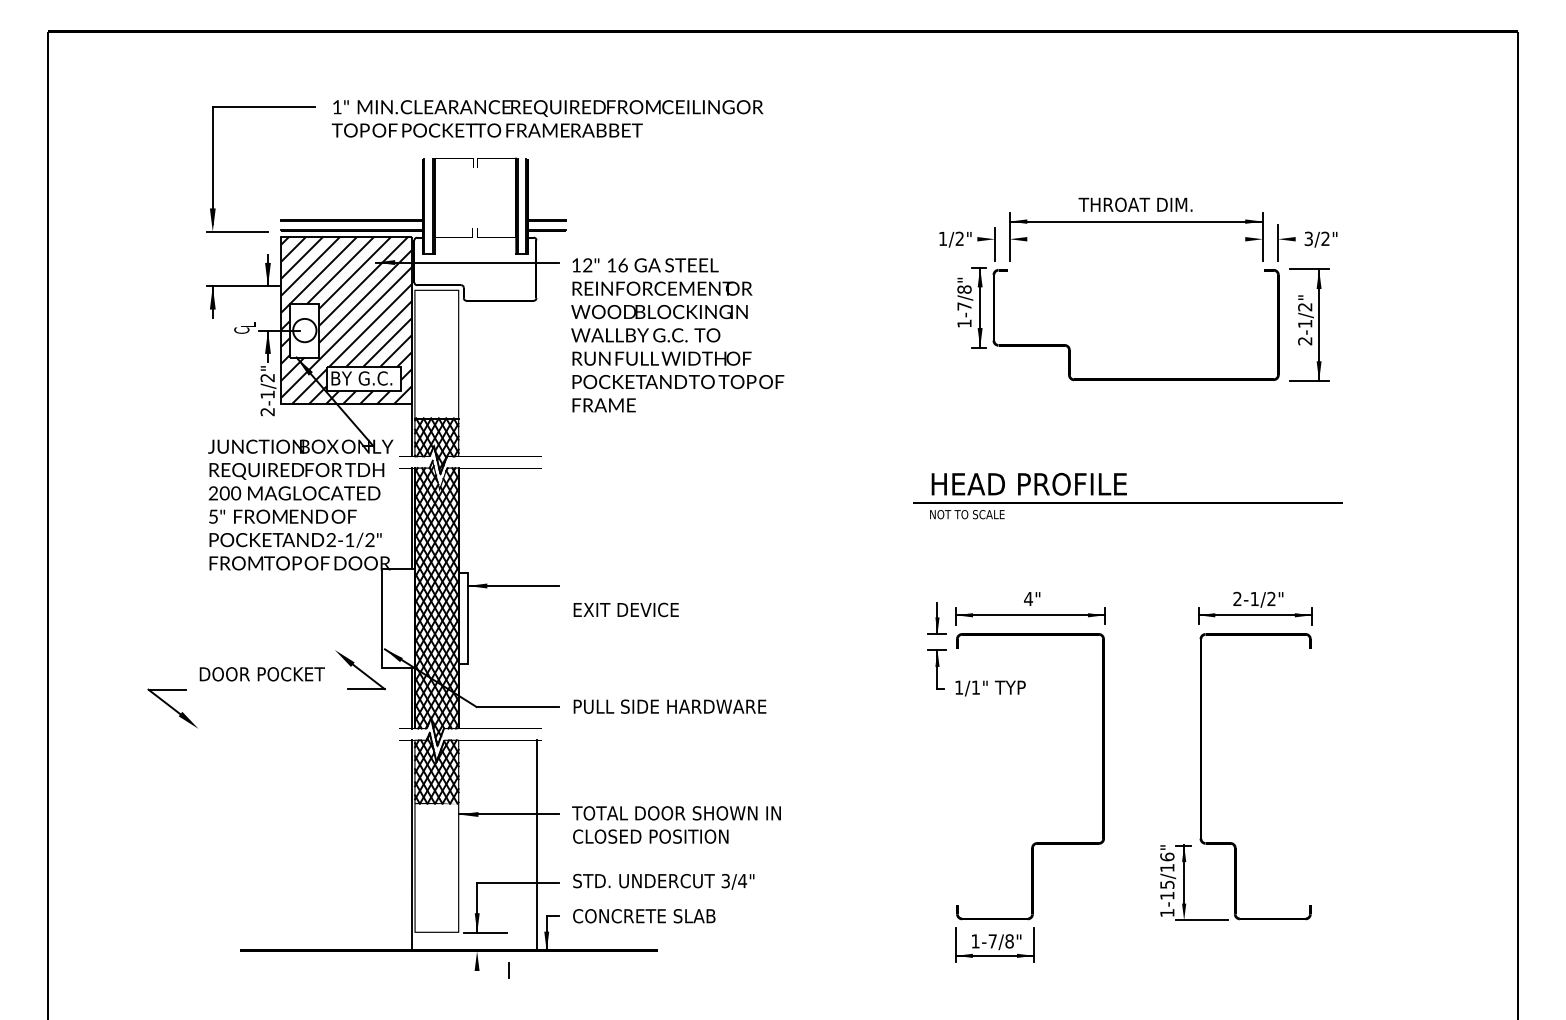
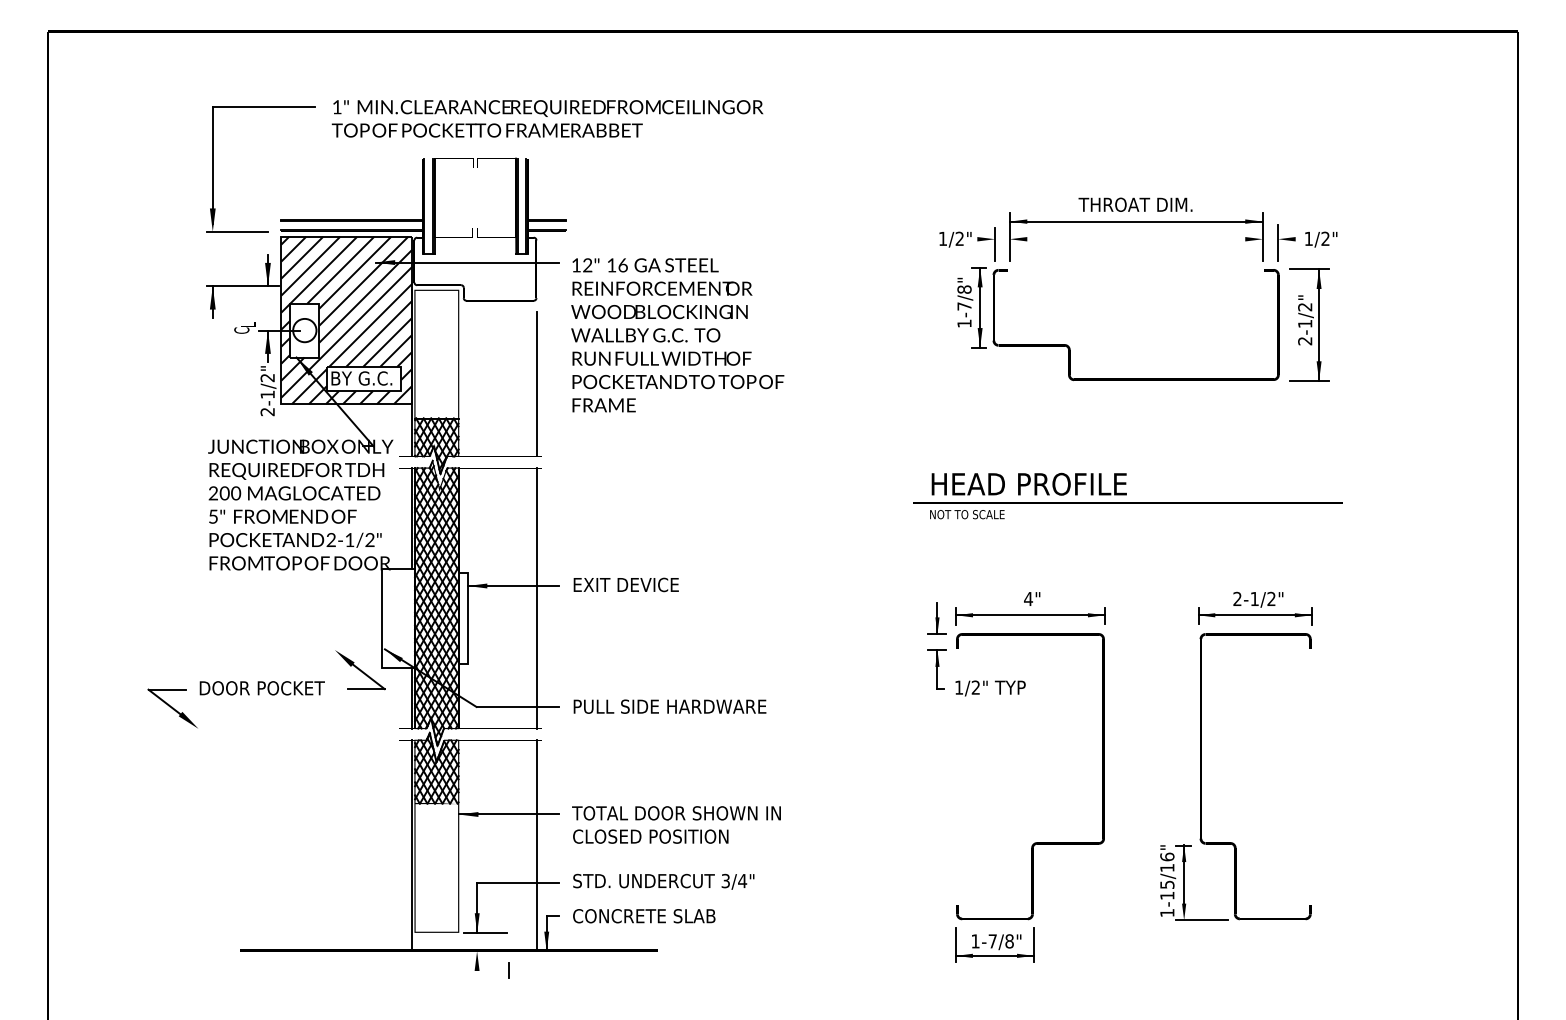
text at (1308, 238): 3/2" -> 1/2"
line at (537, 384): none -> present
line at (537, 598): none -> present
text at (625, 609) position: (625, 609) -> (625, 584)
text at (261, 674) position: (261, 674) -> (261, 688)
text at (975, 687): 1/1" -> 1/2"
